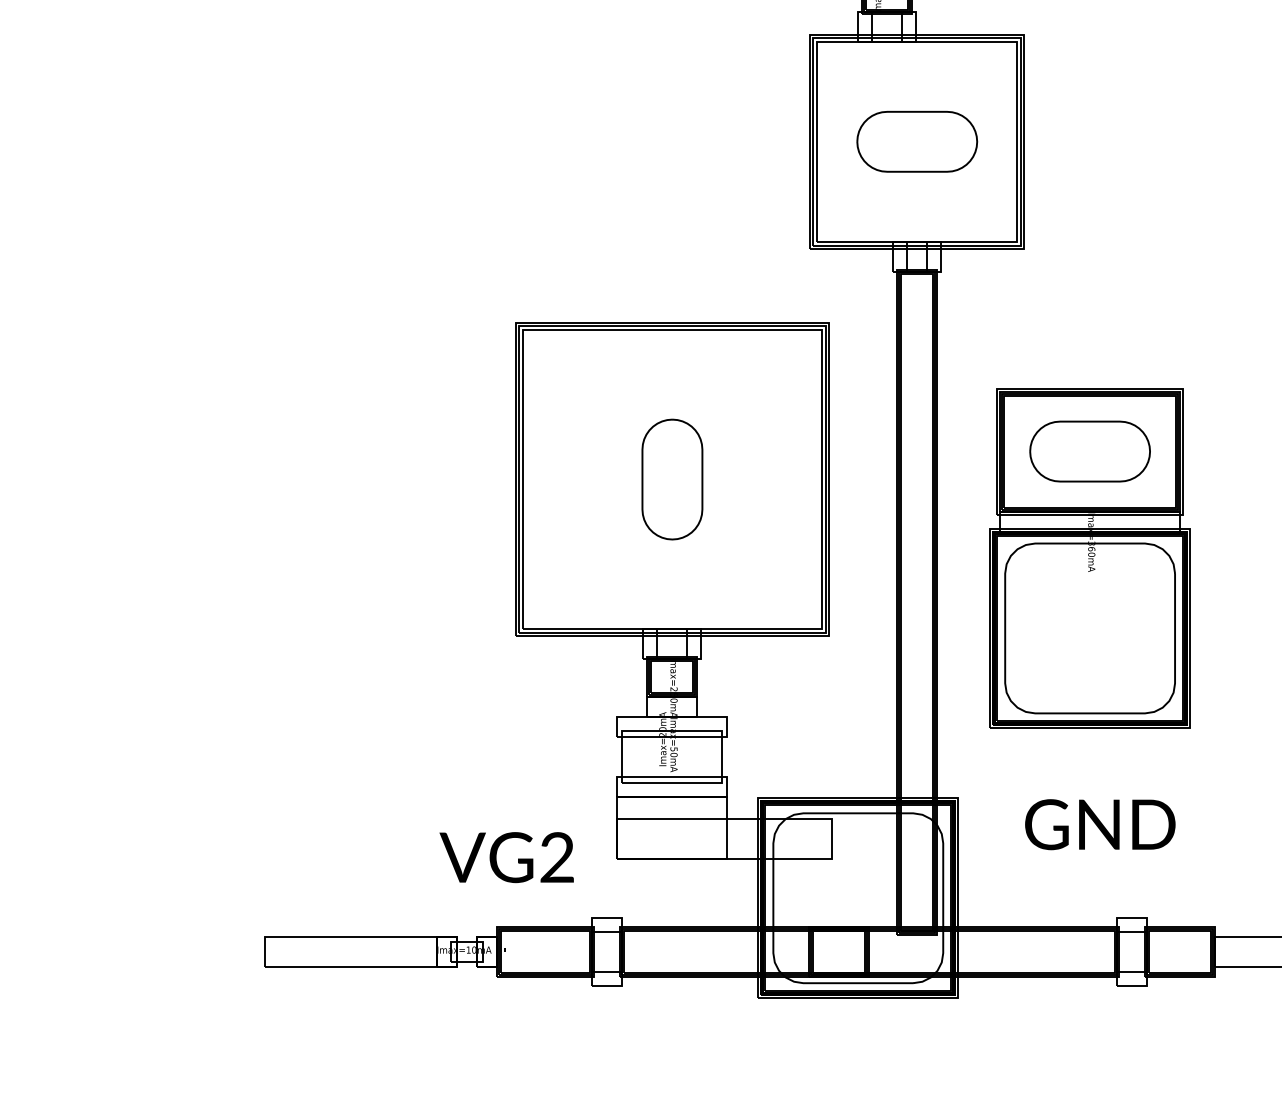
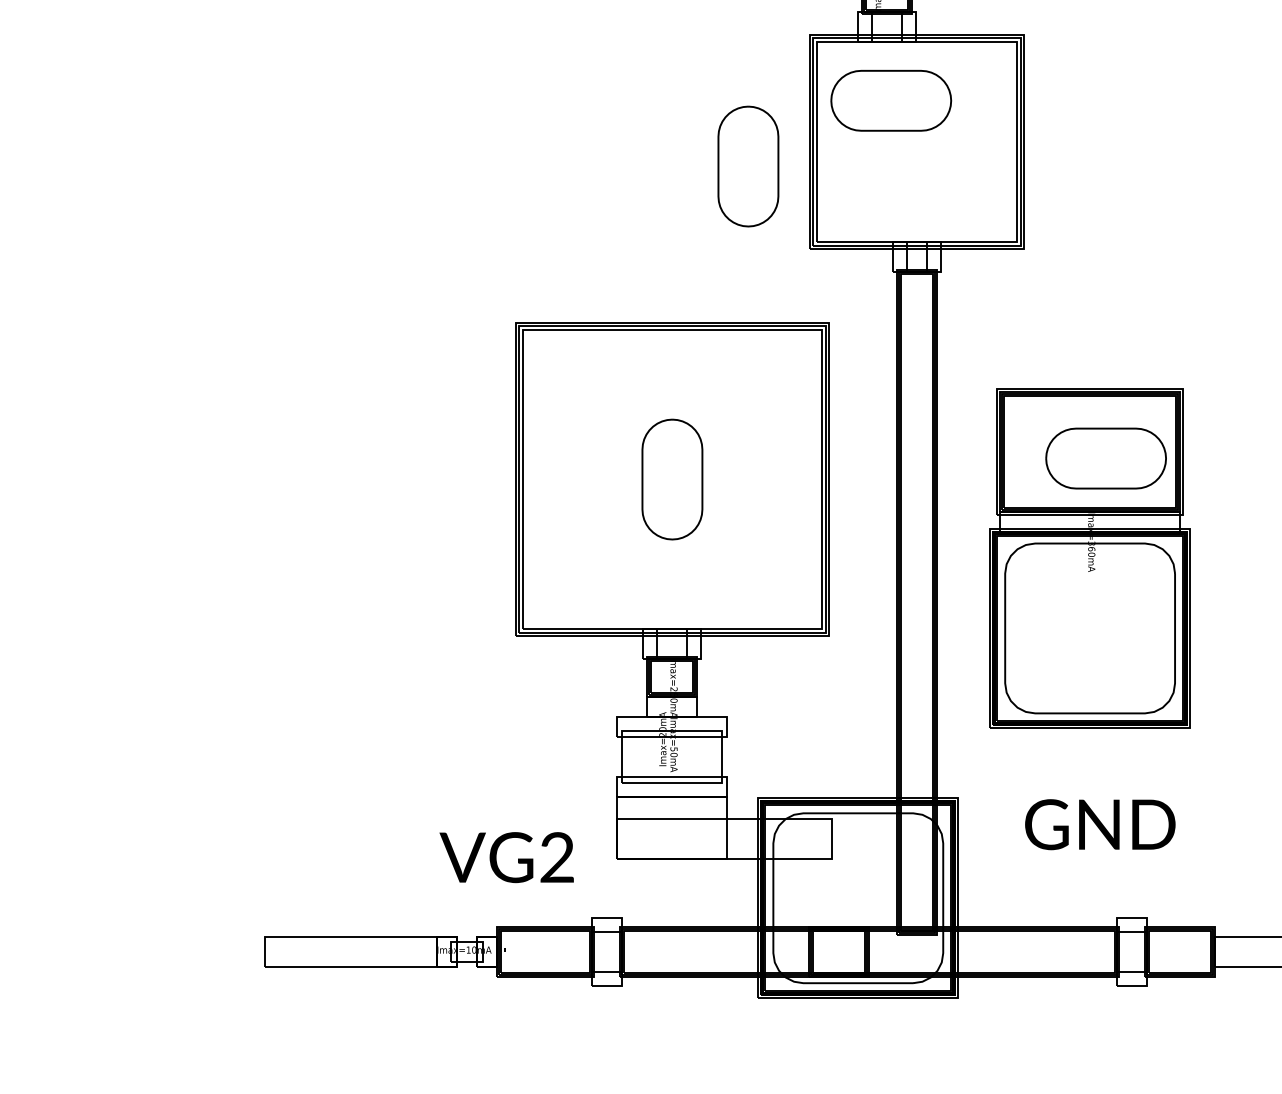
part at (917, 141) position: (917, 141) -> (891, 100)
part at (748, 166): none -> present
part at (1089, 451) position: (1089, 451) -> (1105, 458)
